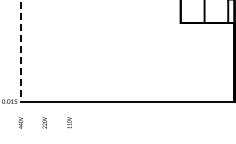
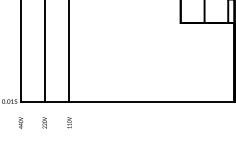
line at (21, 51): dashed -> solid
line at (45, 52): none -> present
line at (69, 52): none -> present
